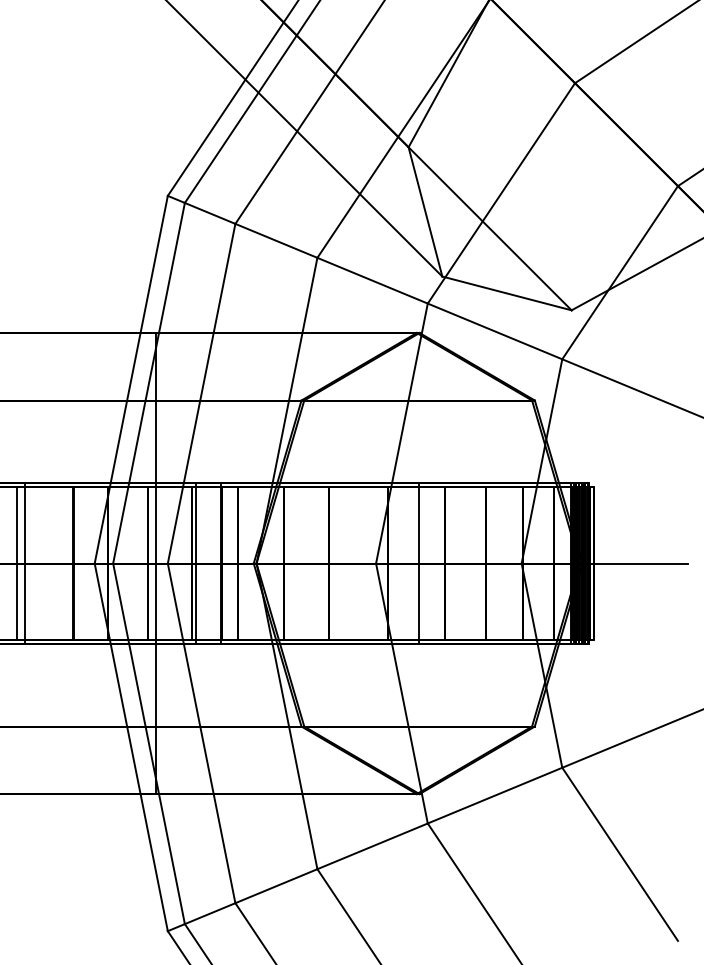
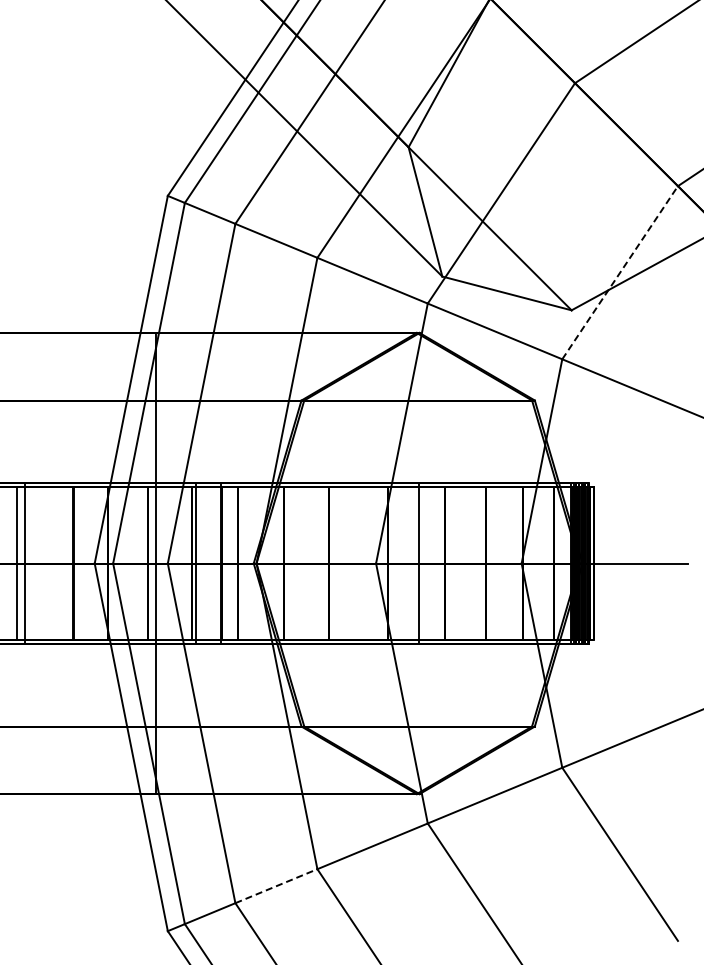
line at (620, 272): solid -> dashed
line at (276, 886): solid -> dashed
